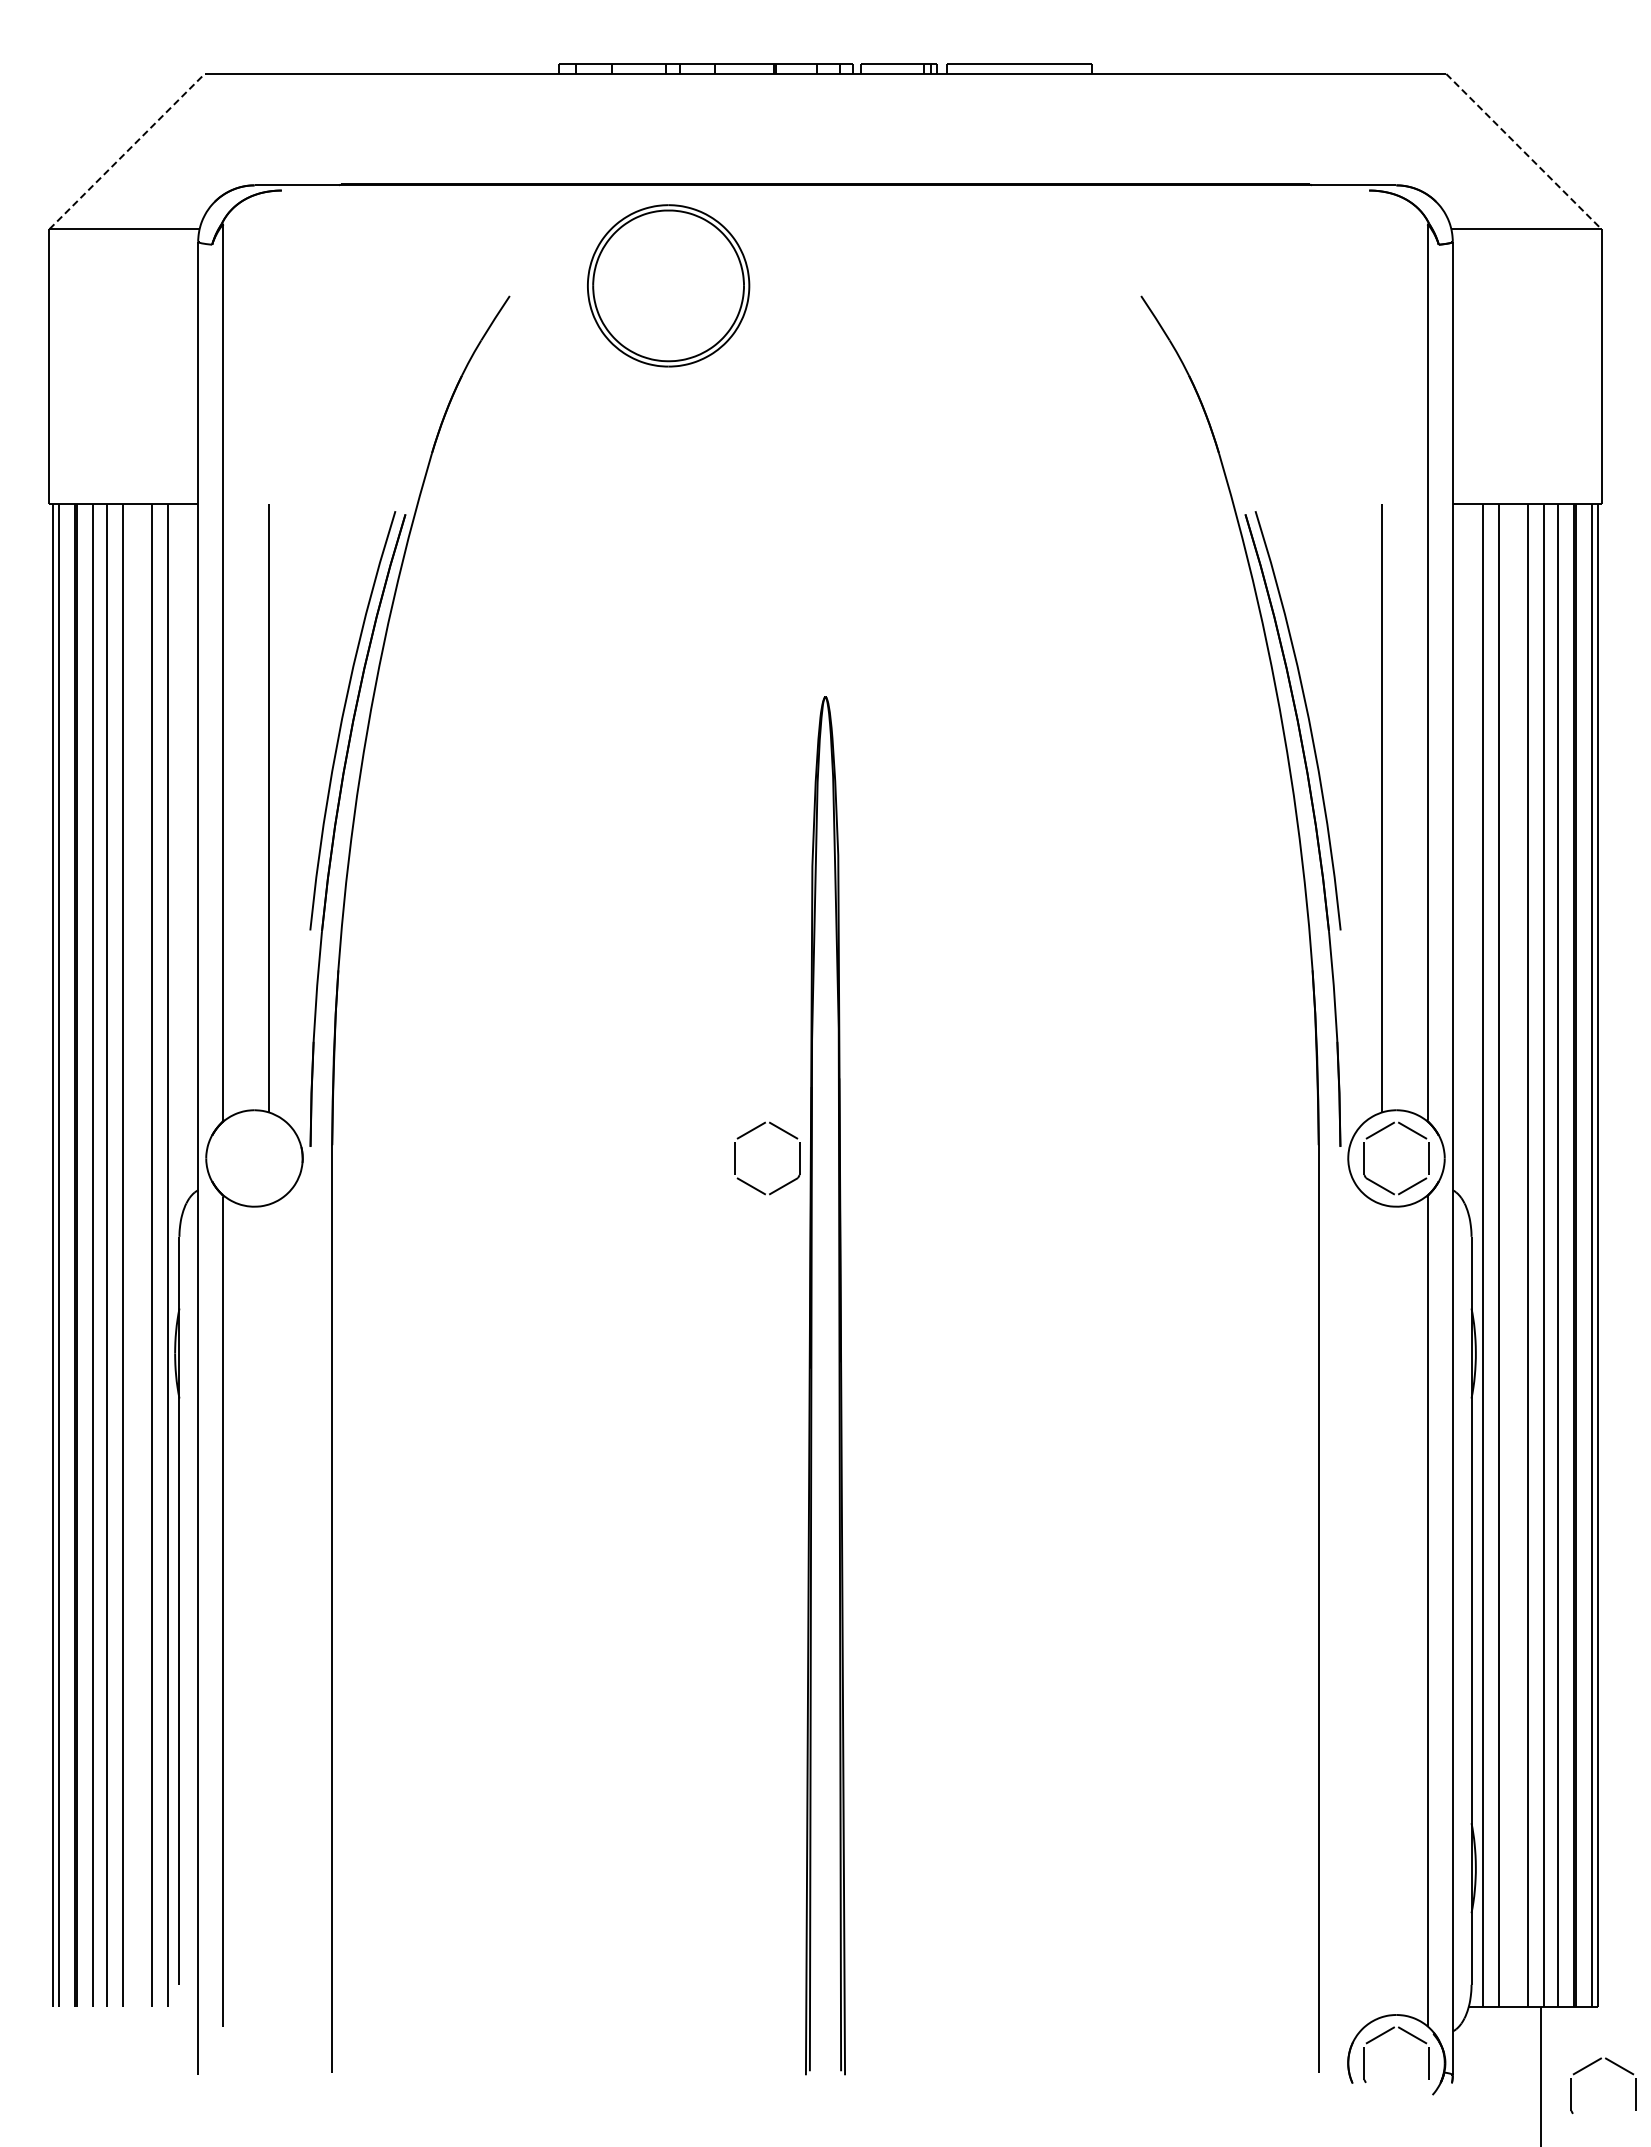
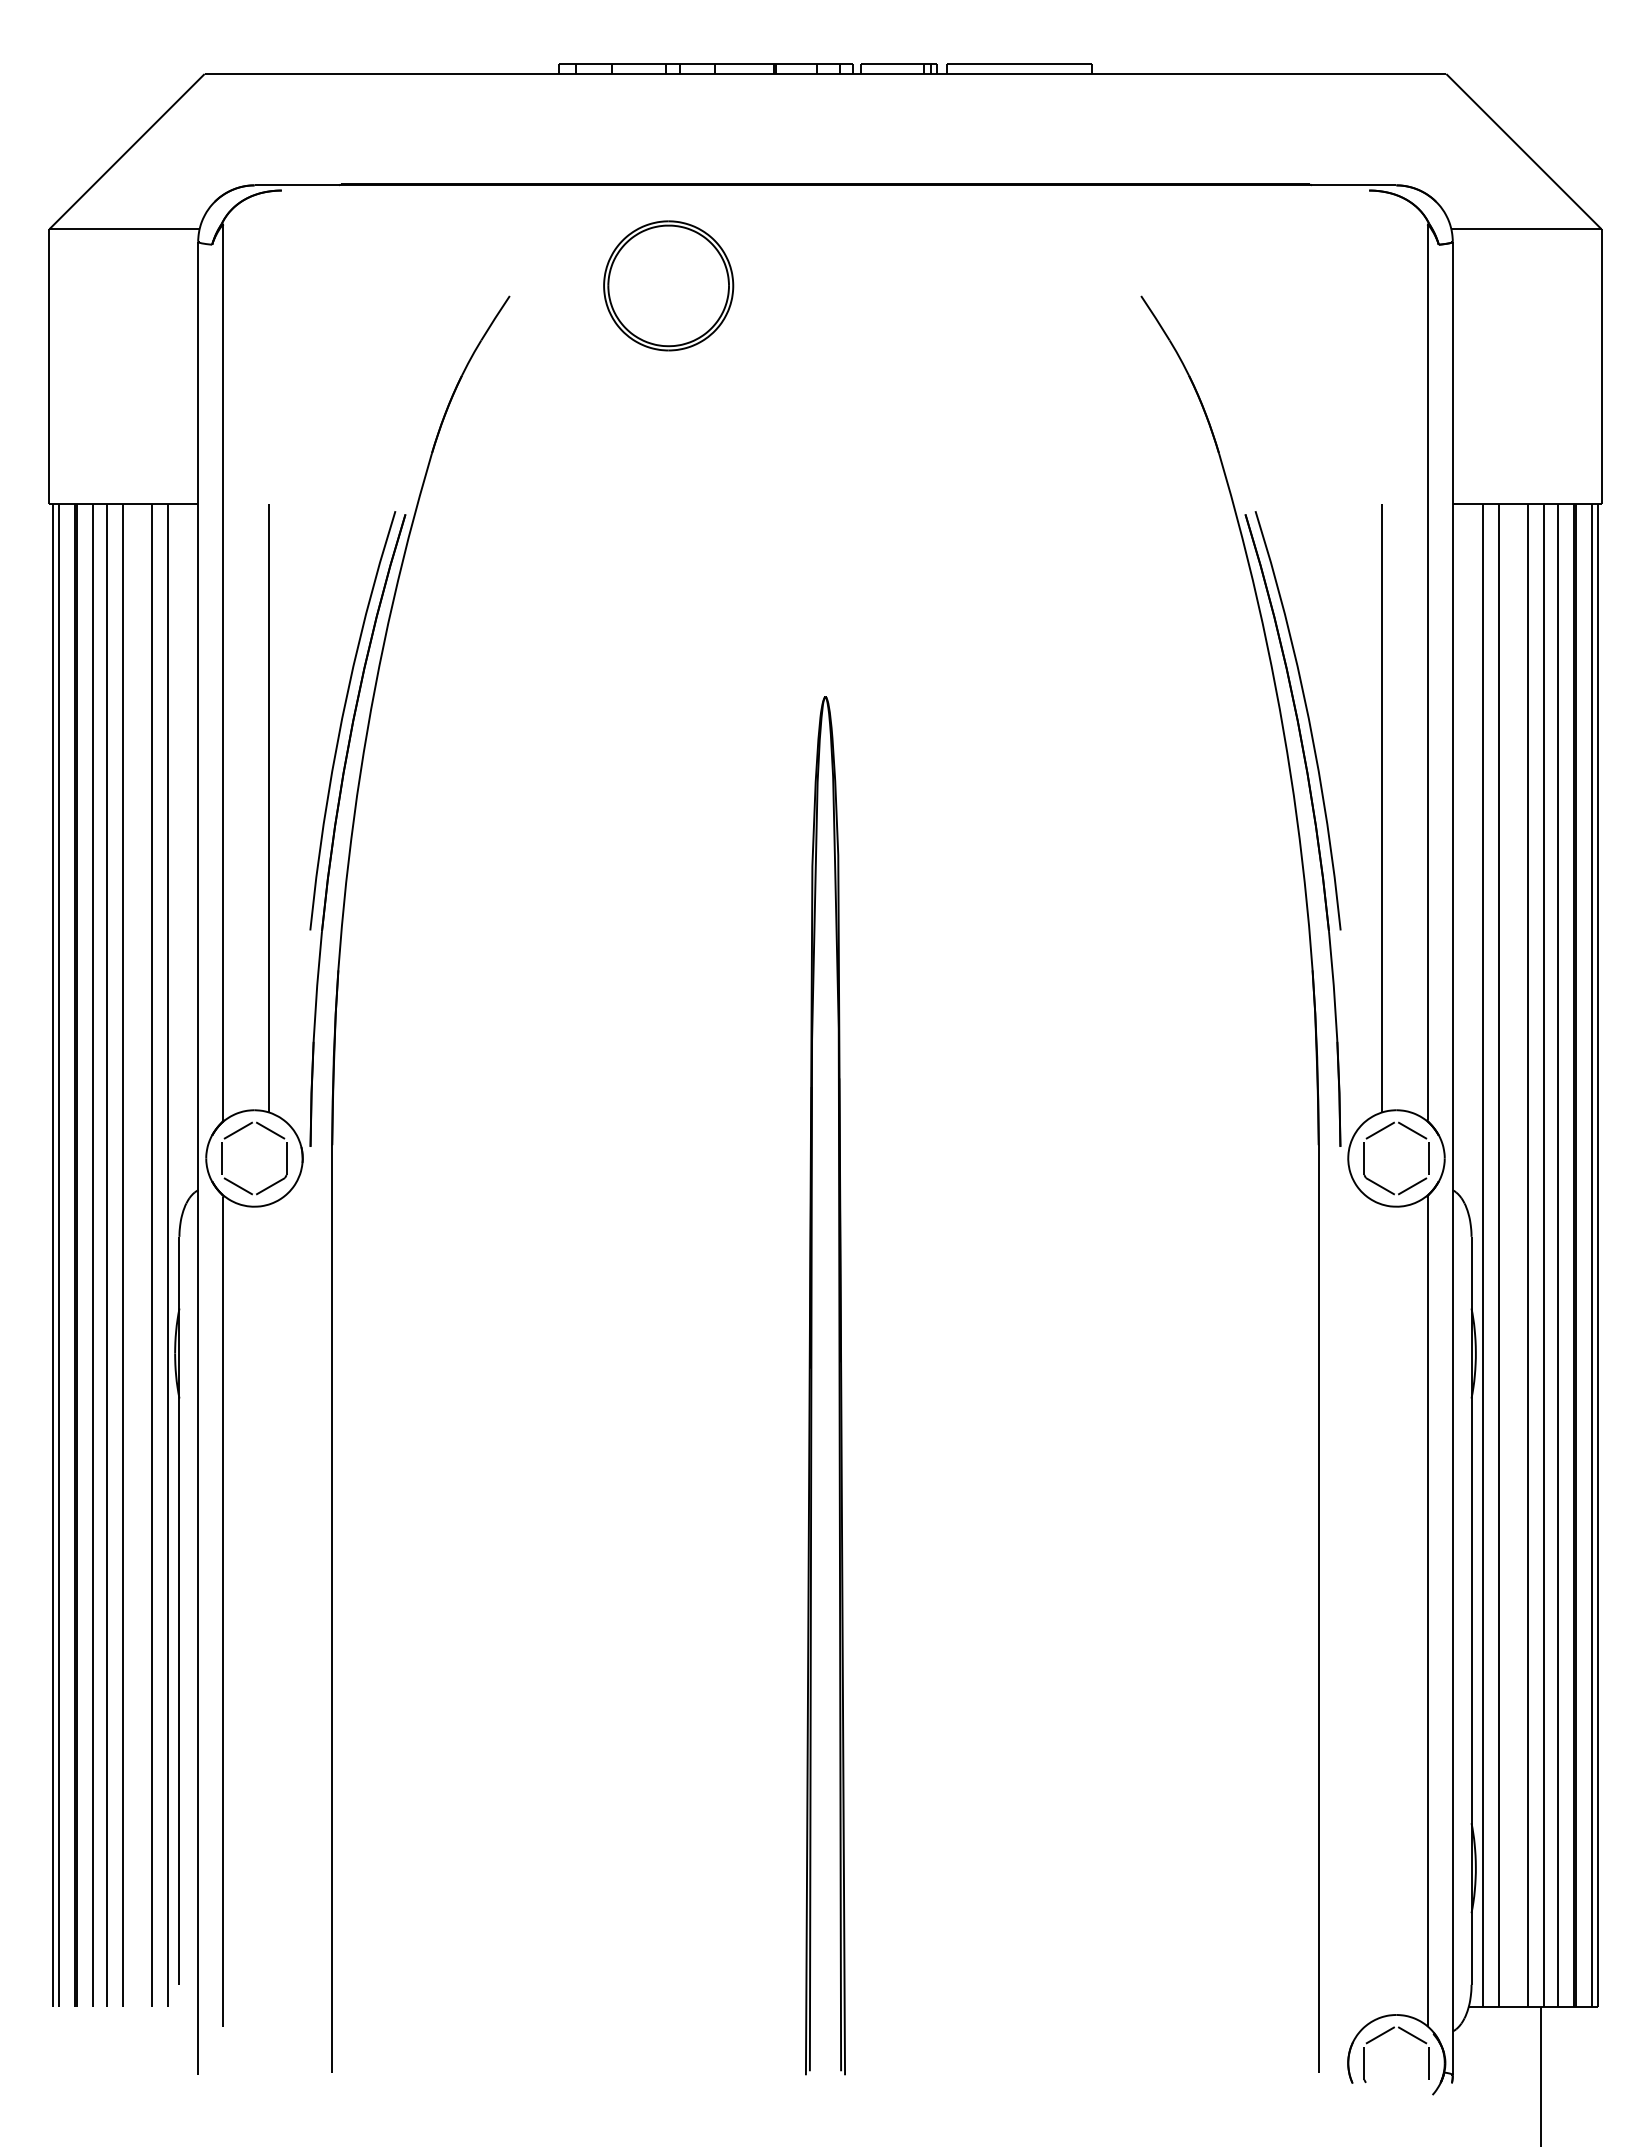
line at (127, 151): dashed -> solid
line at (1523, 151): dashed -> solid
part at (668, 285) size: 164x164 px -> 132x132 px
part at (752, 1131) position: (752, 1131) -> (239, 1131)
part at (1591, 2065): present -> none
